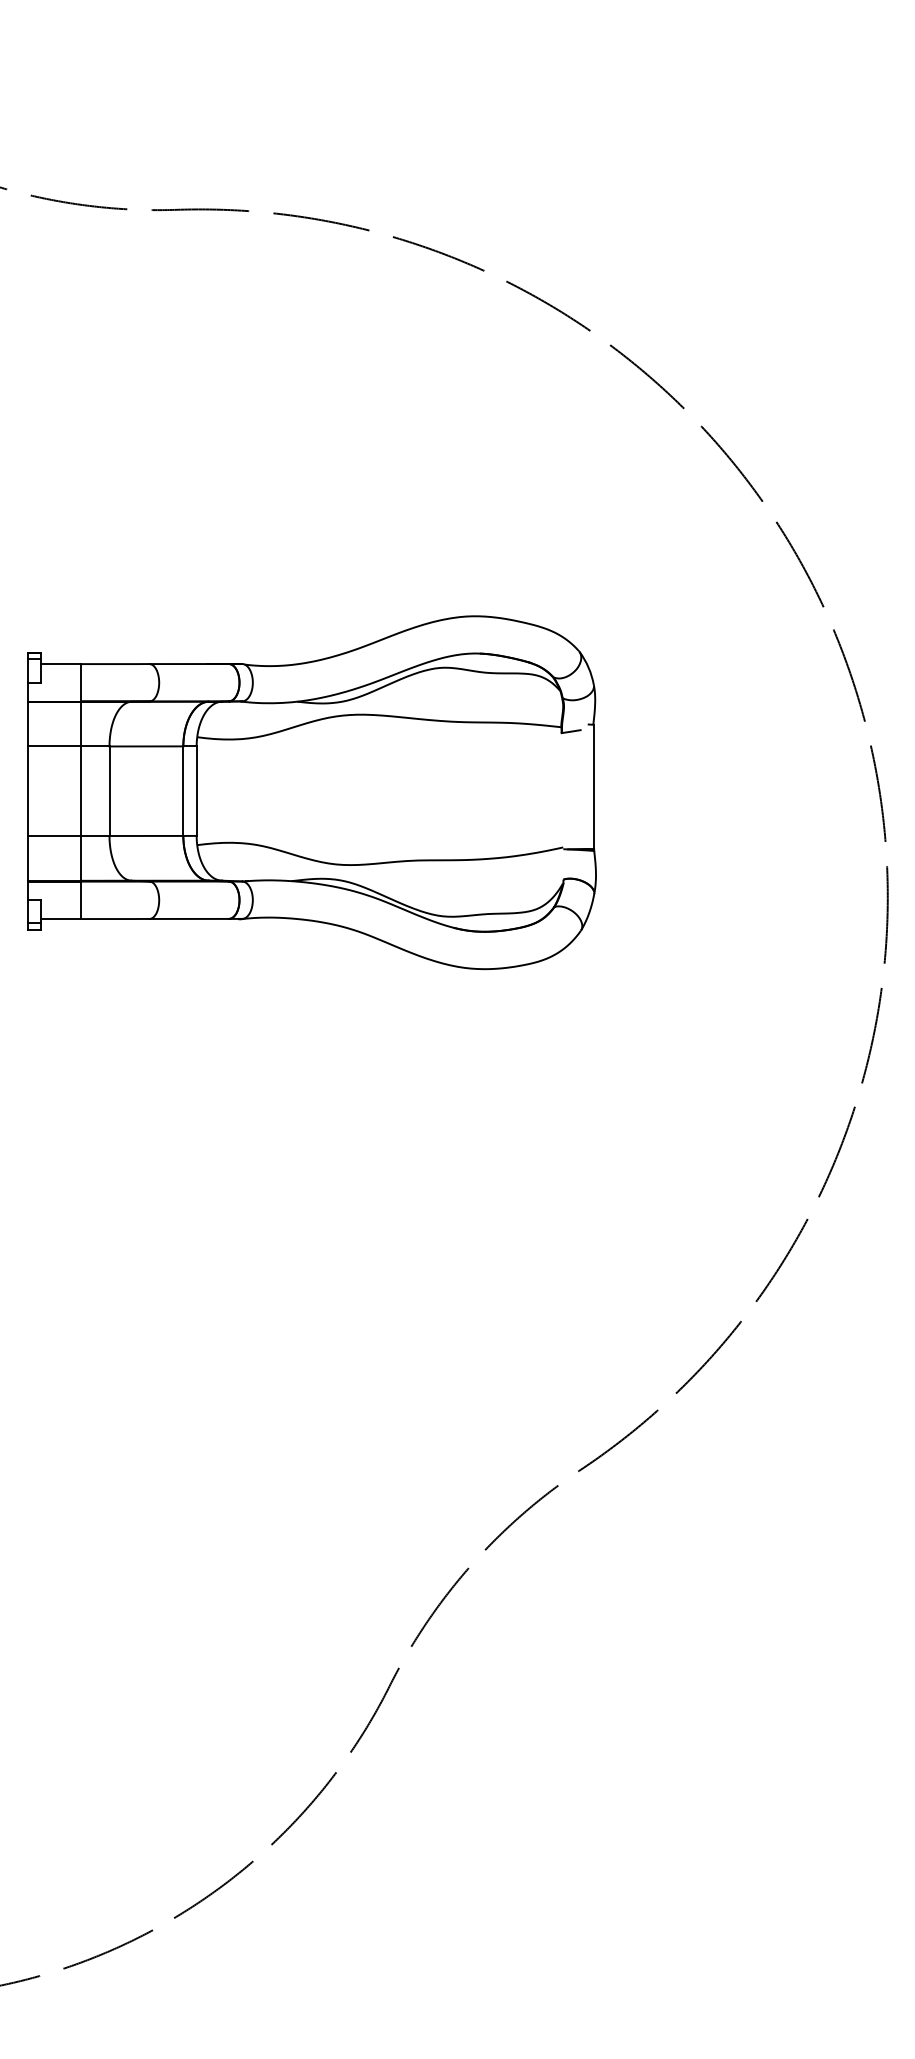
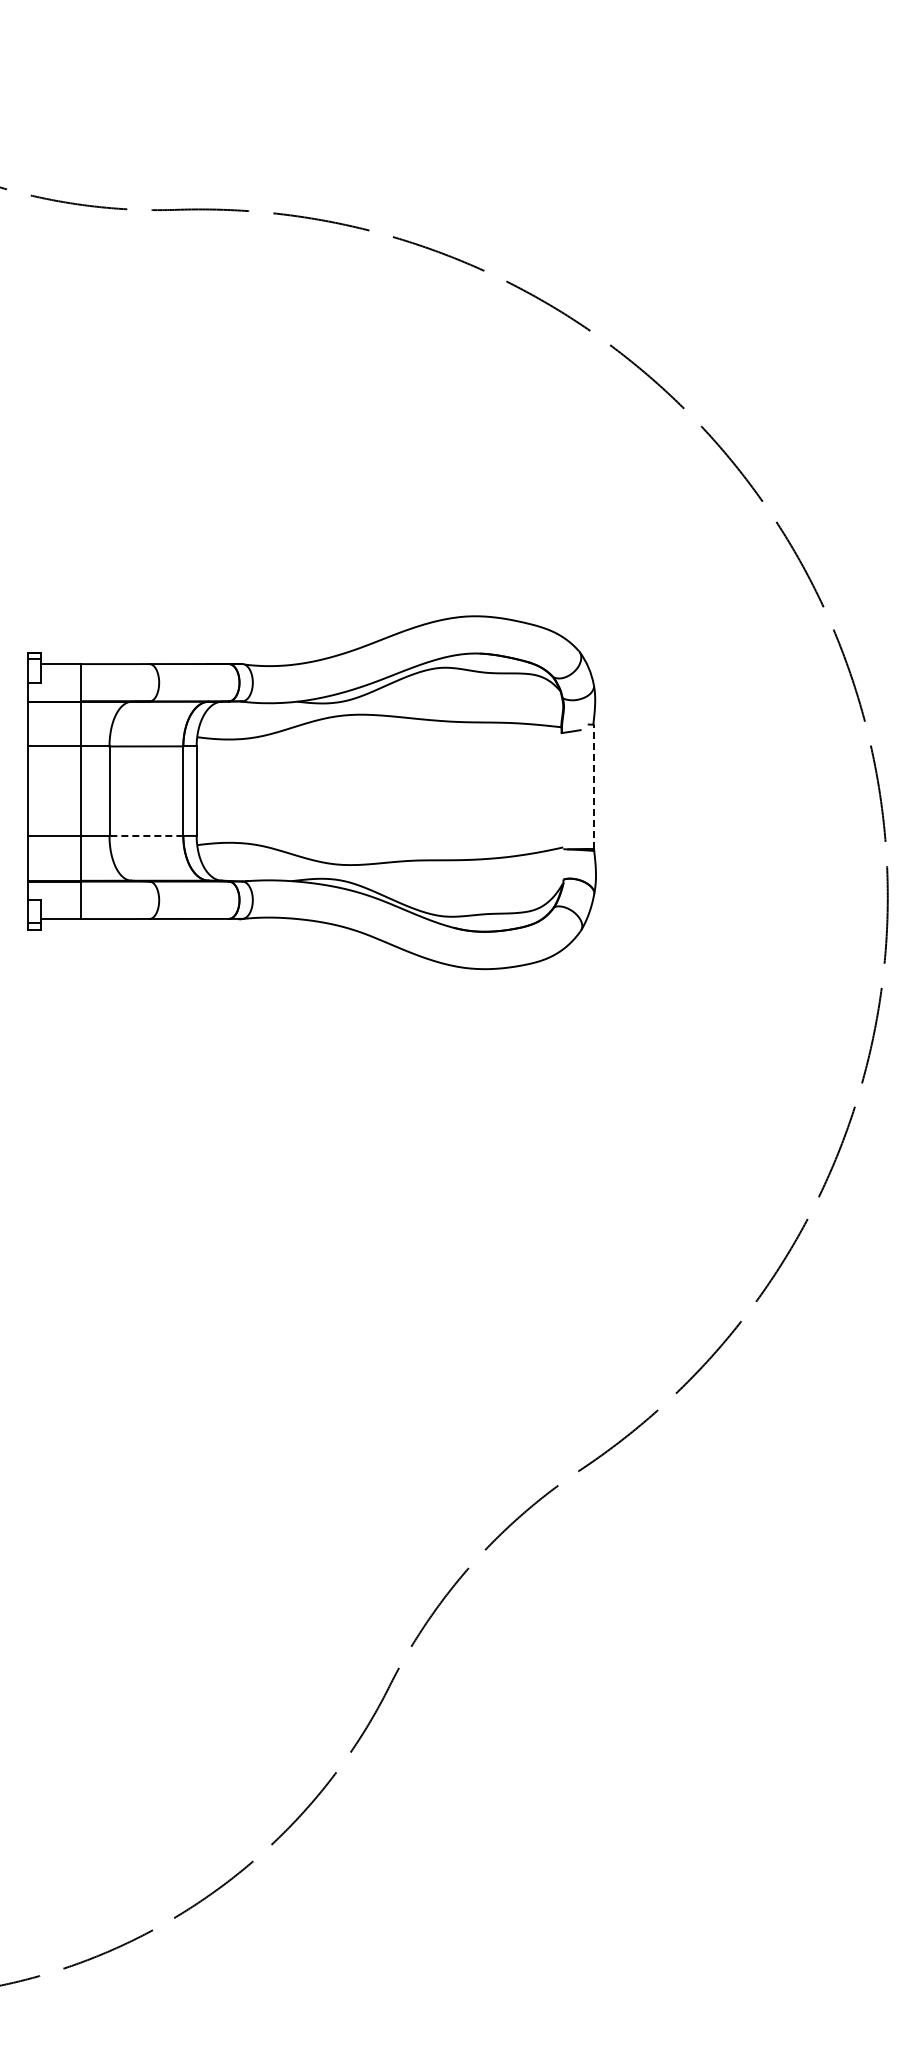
line at (594, 786): solid -> dashed
line at (146, 835): solid -> dashed
